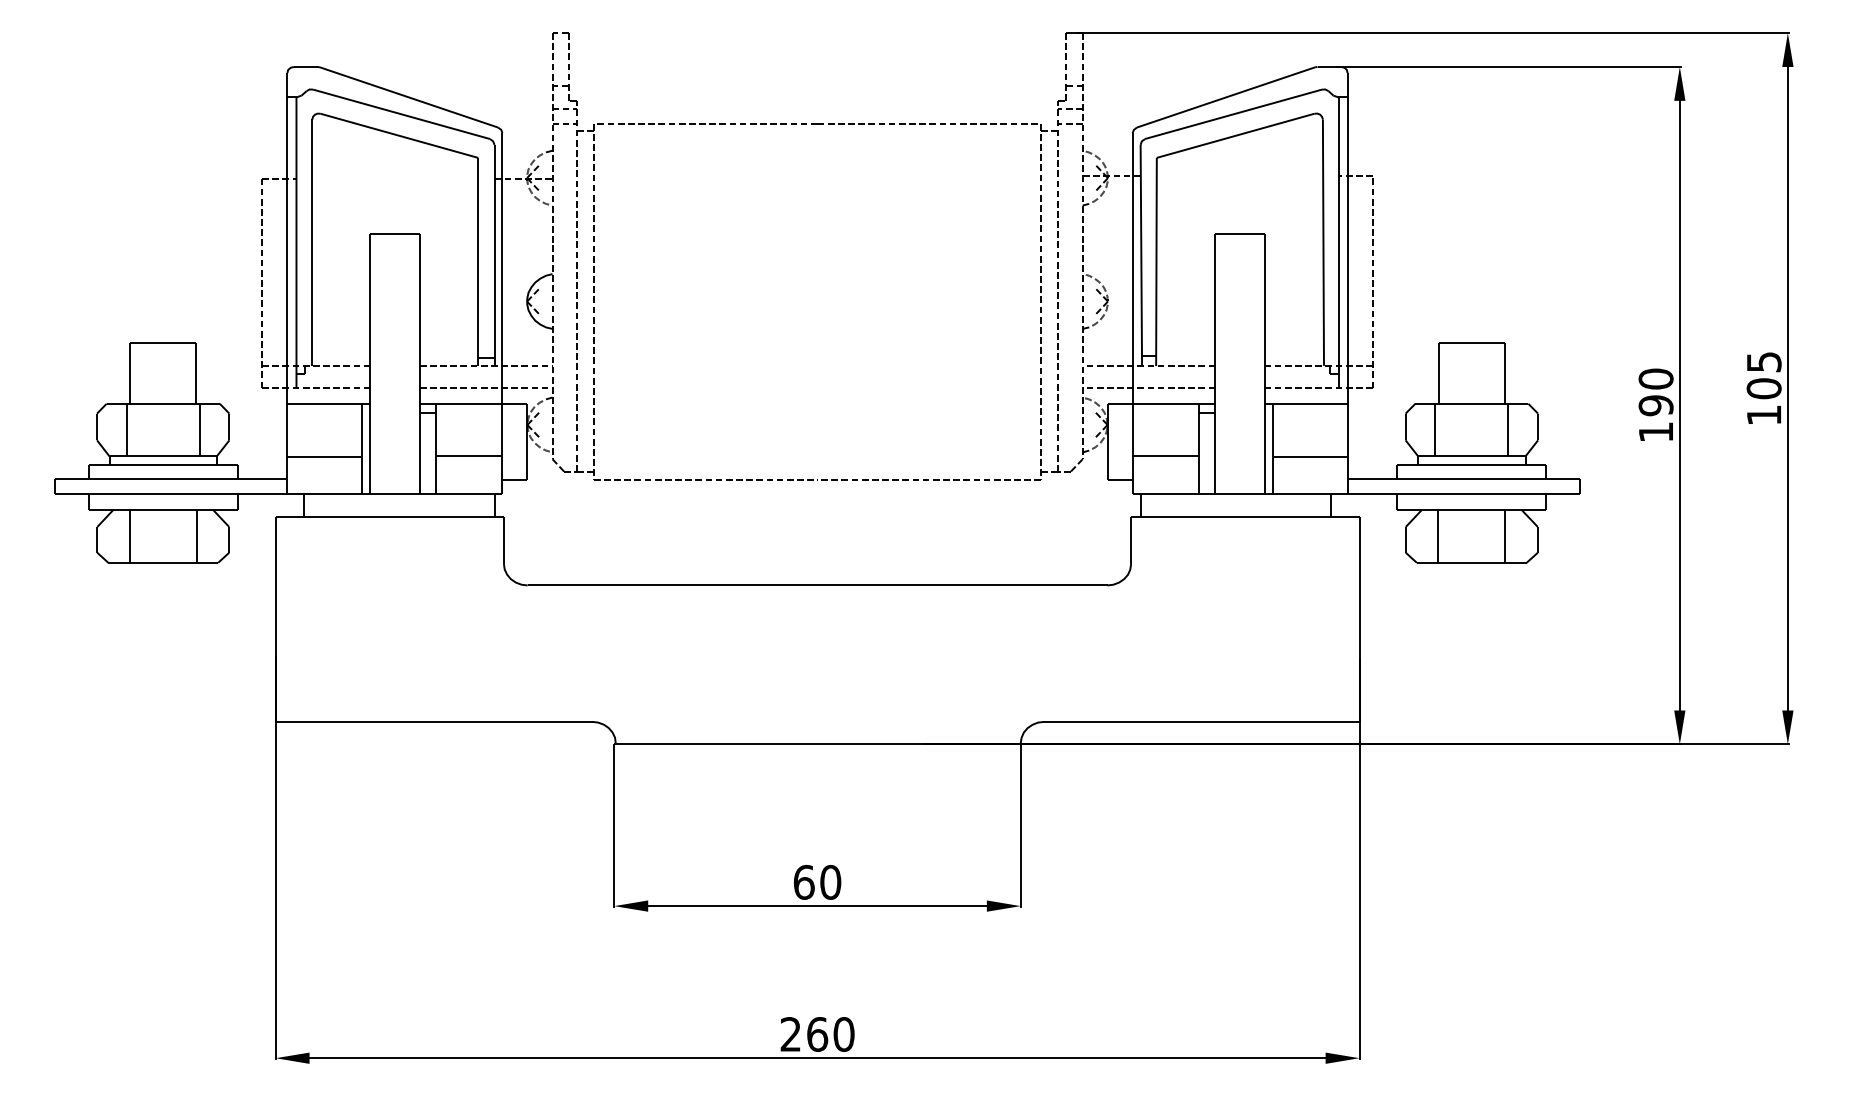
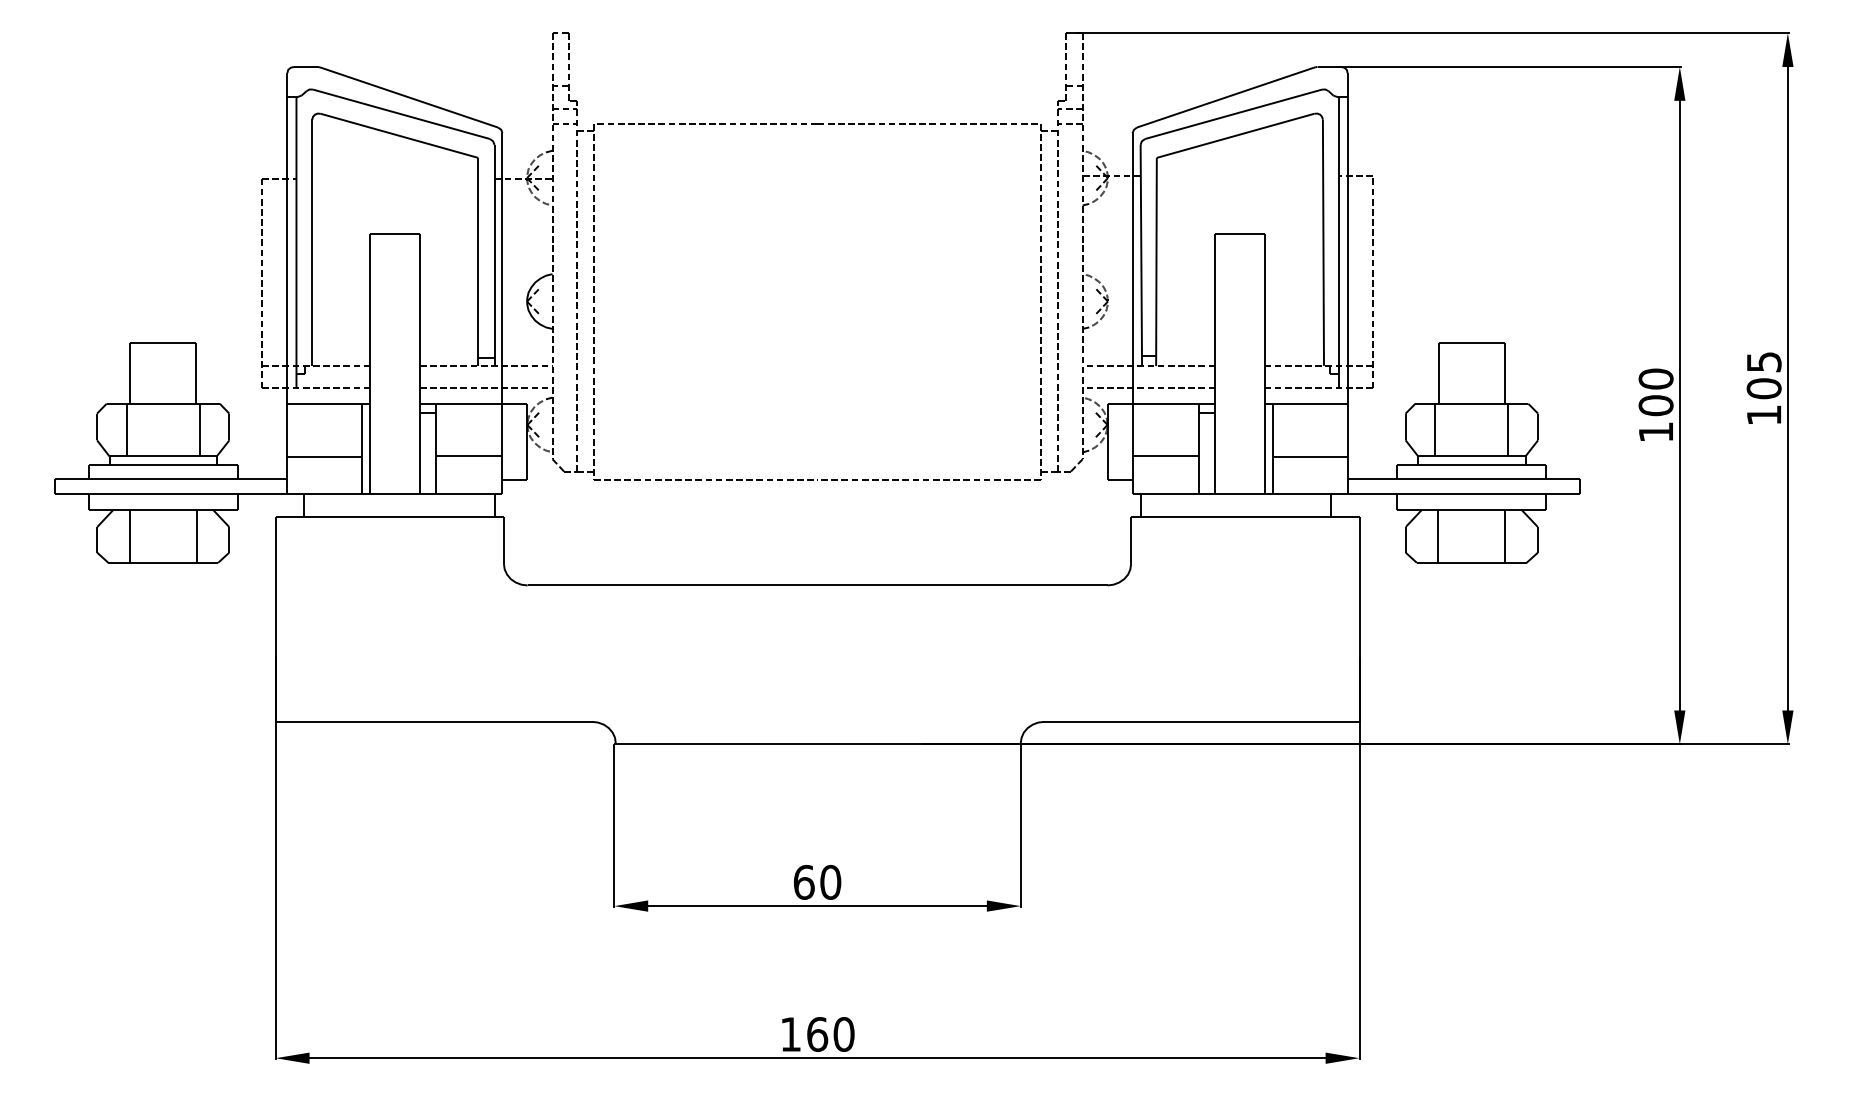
text at (1655, 405): 190 -> 100
text at (790, 1034): 260 -> 160
